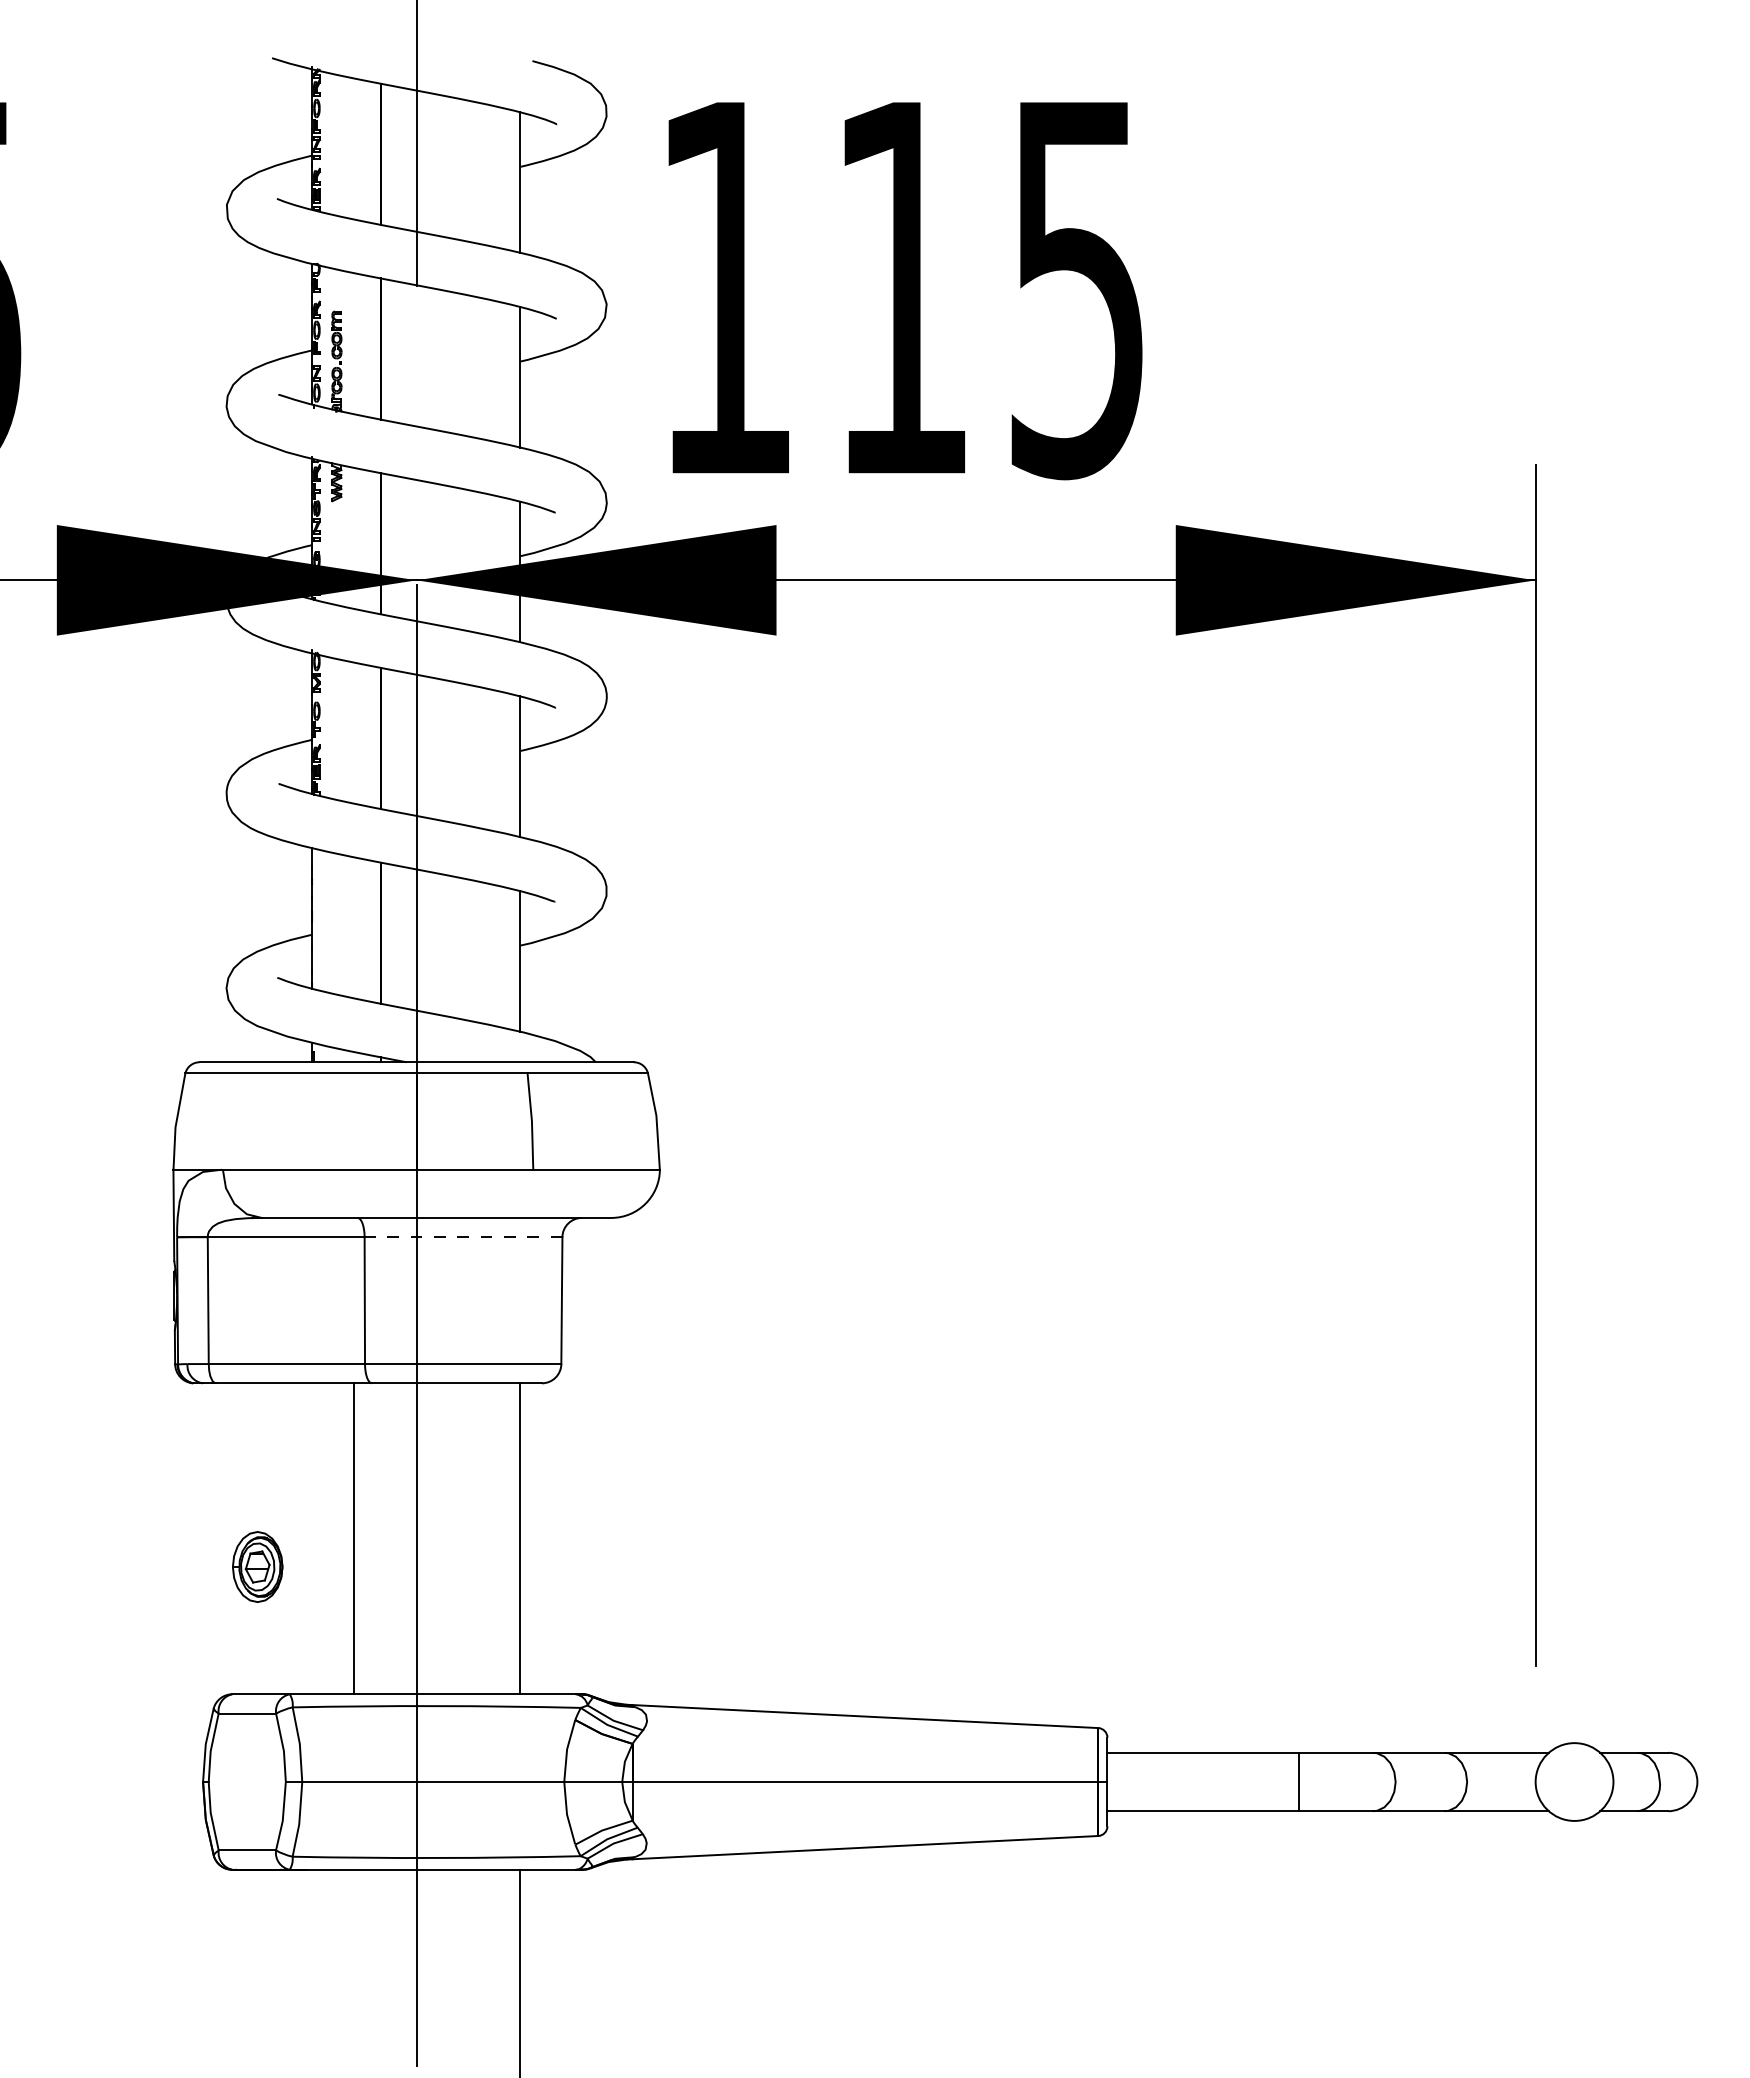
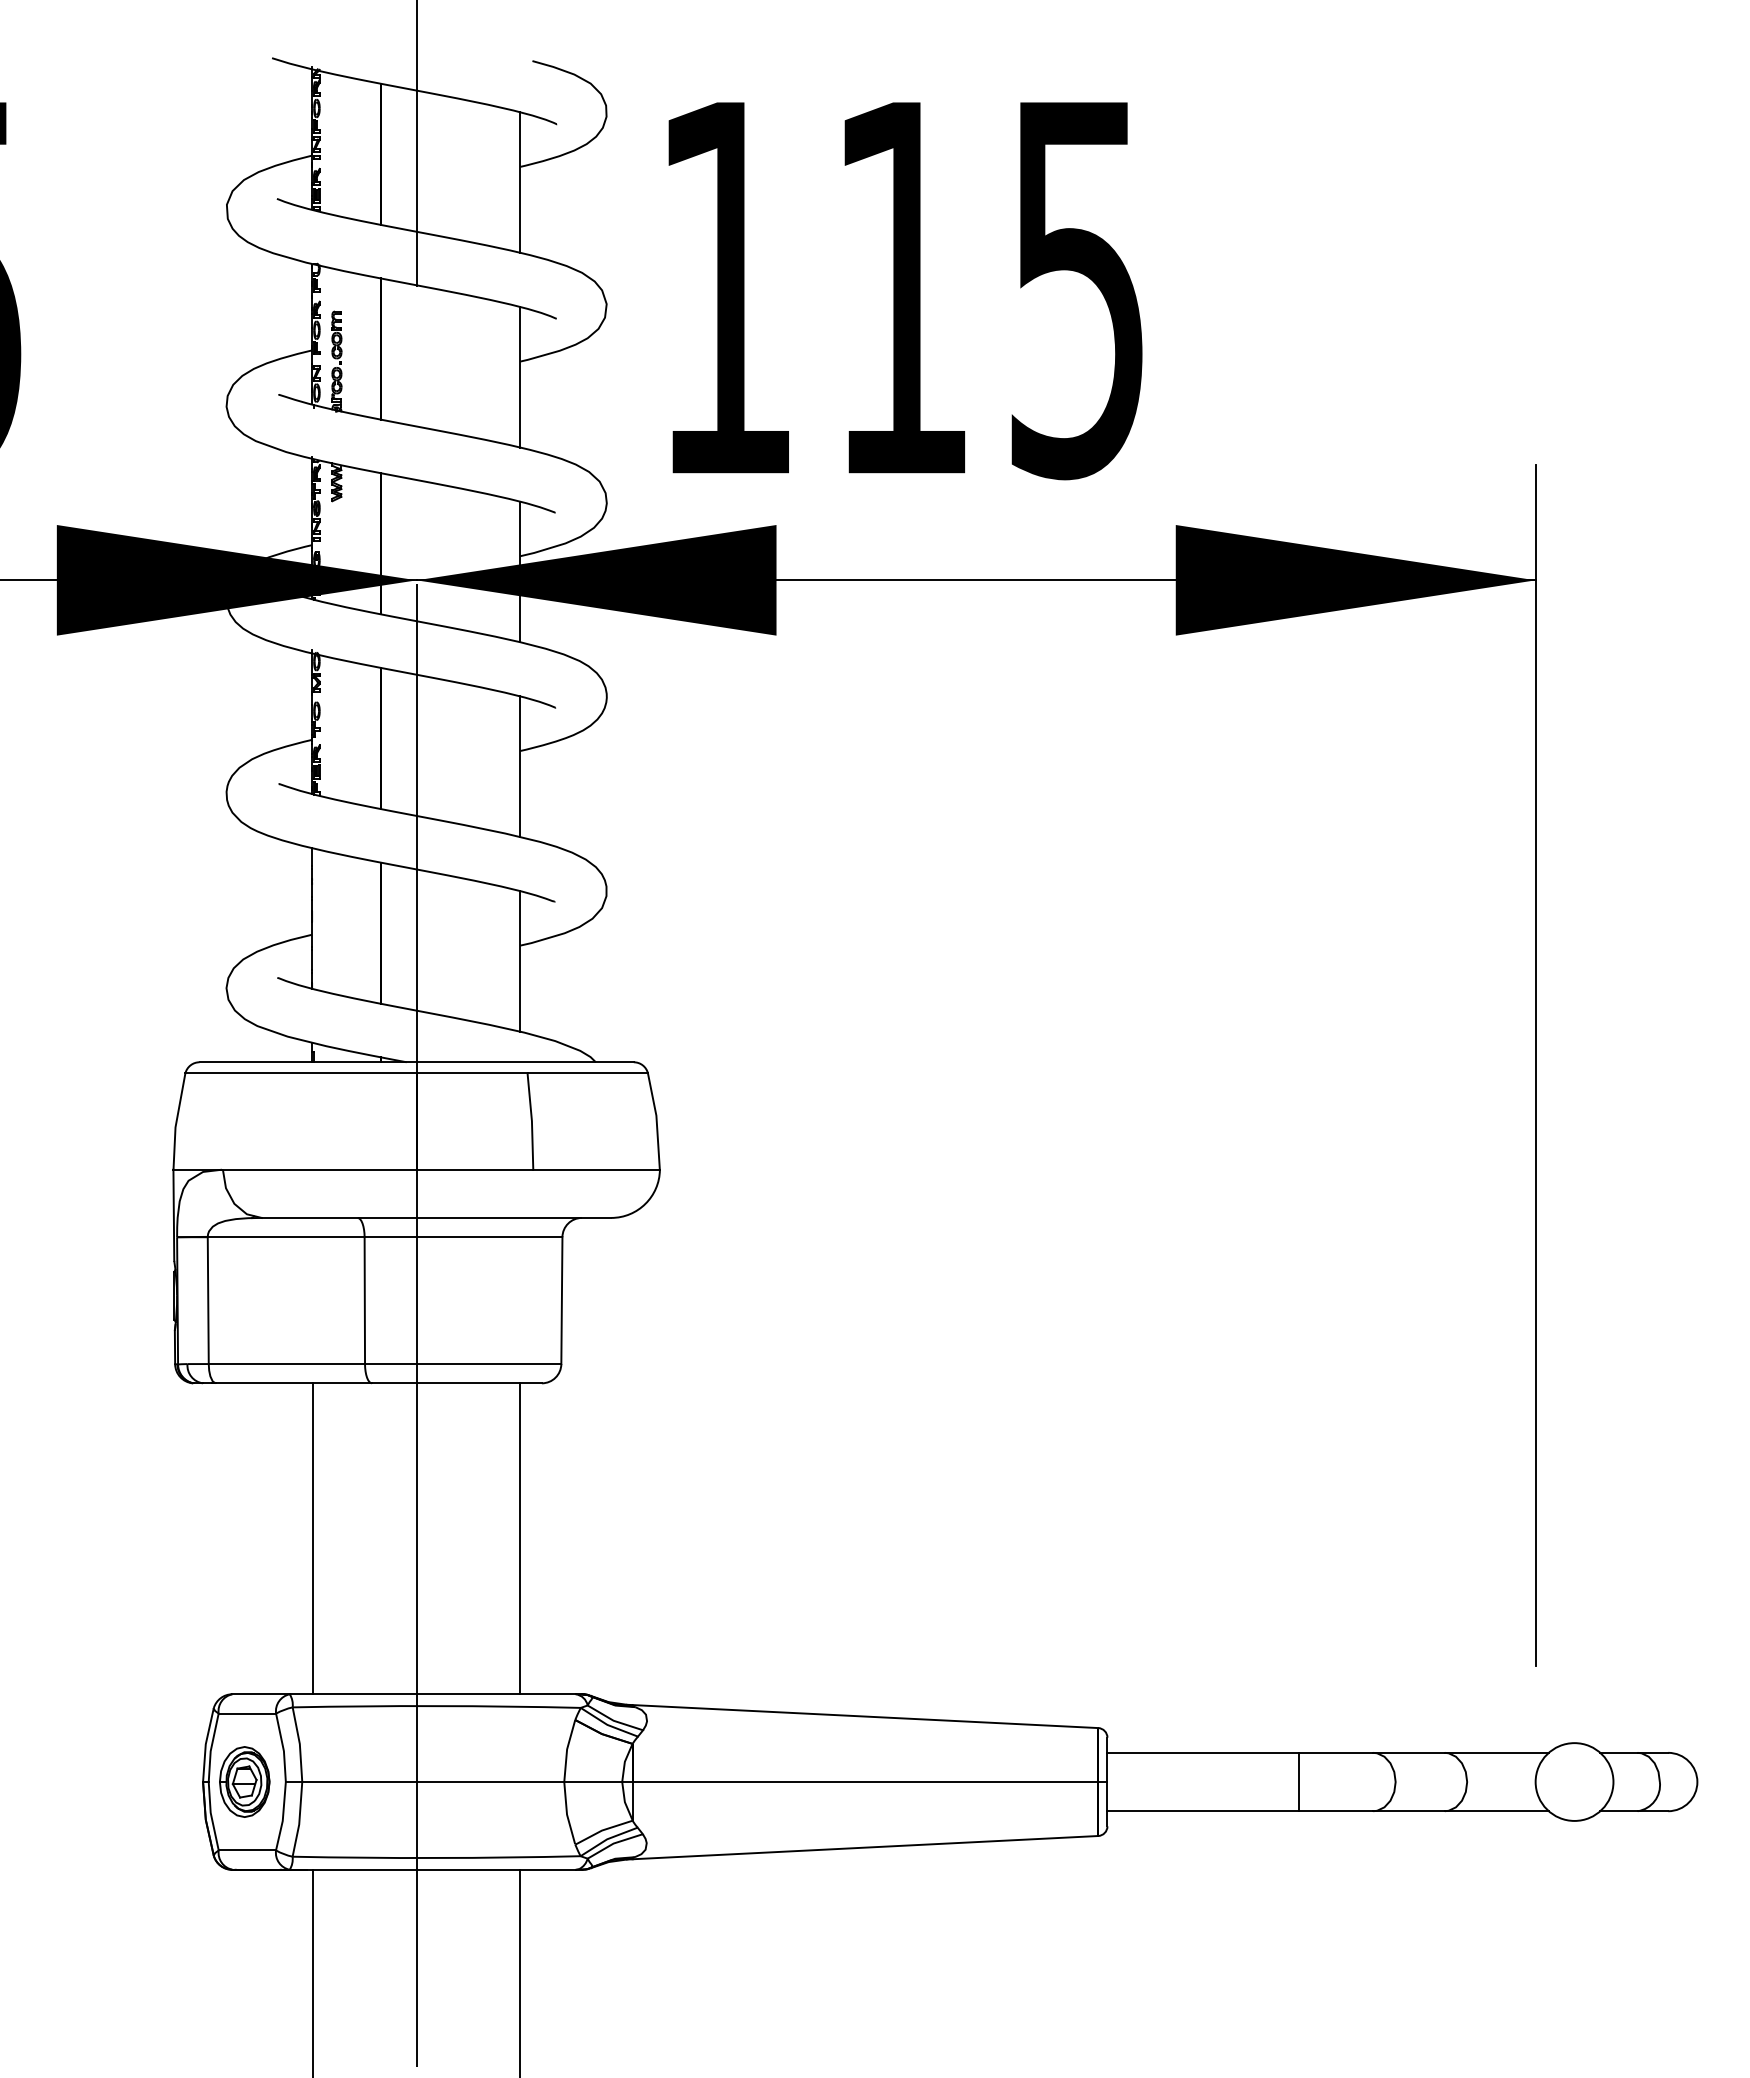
line at (463, 1237): dashed -> solid
line at (354, 1538) position: (354, 1538) -> (313, 1538)
part at (257, 1566) position: (257, 1566) -> (244, 1781)
line at (313, 1971): none -> present
